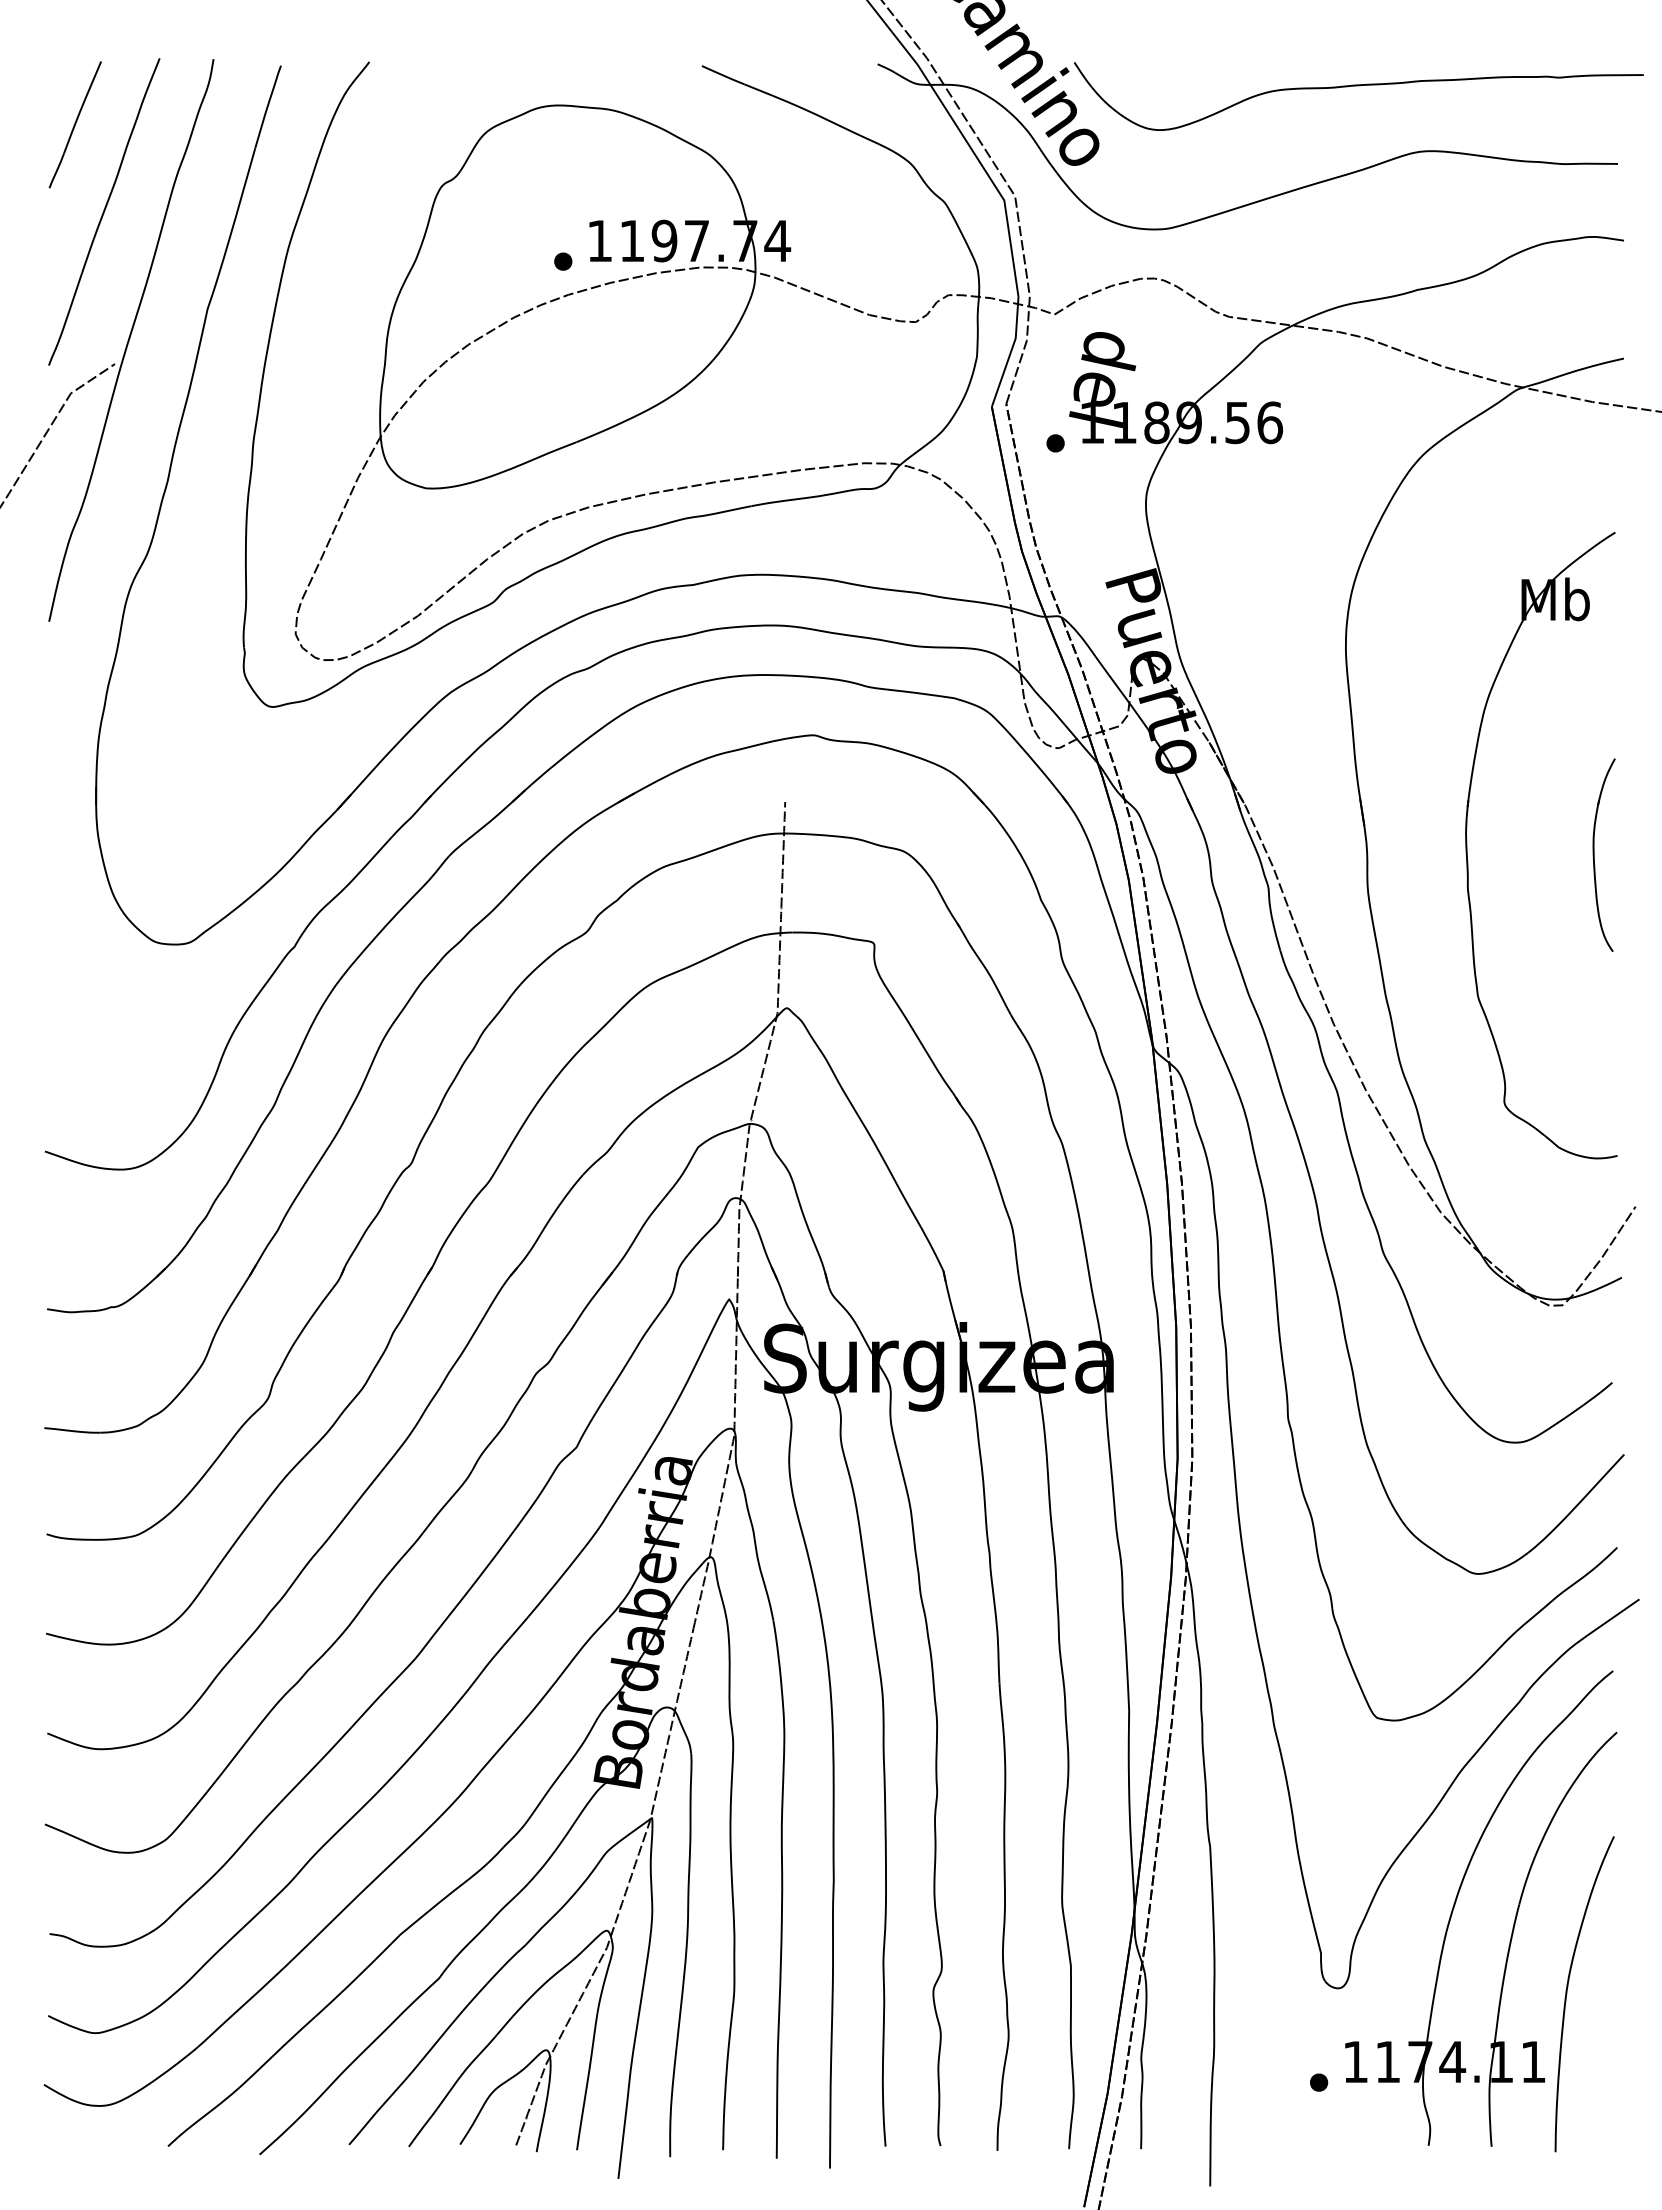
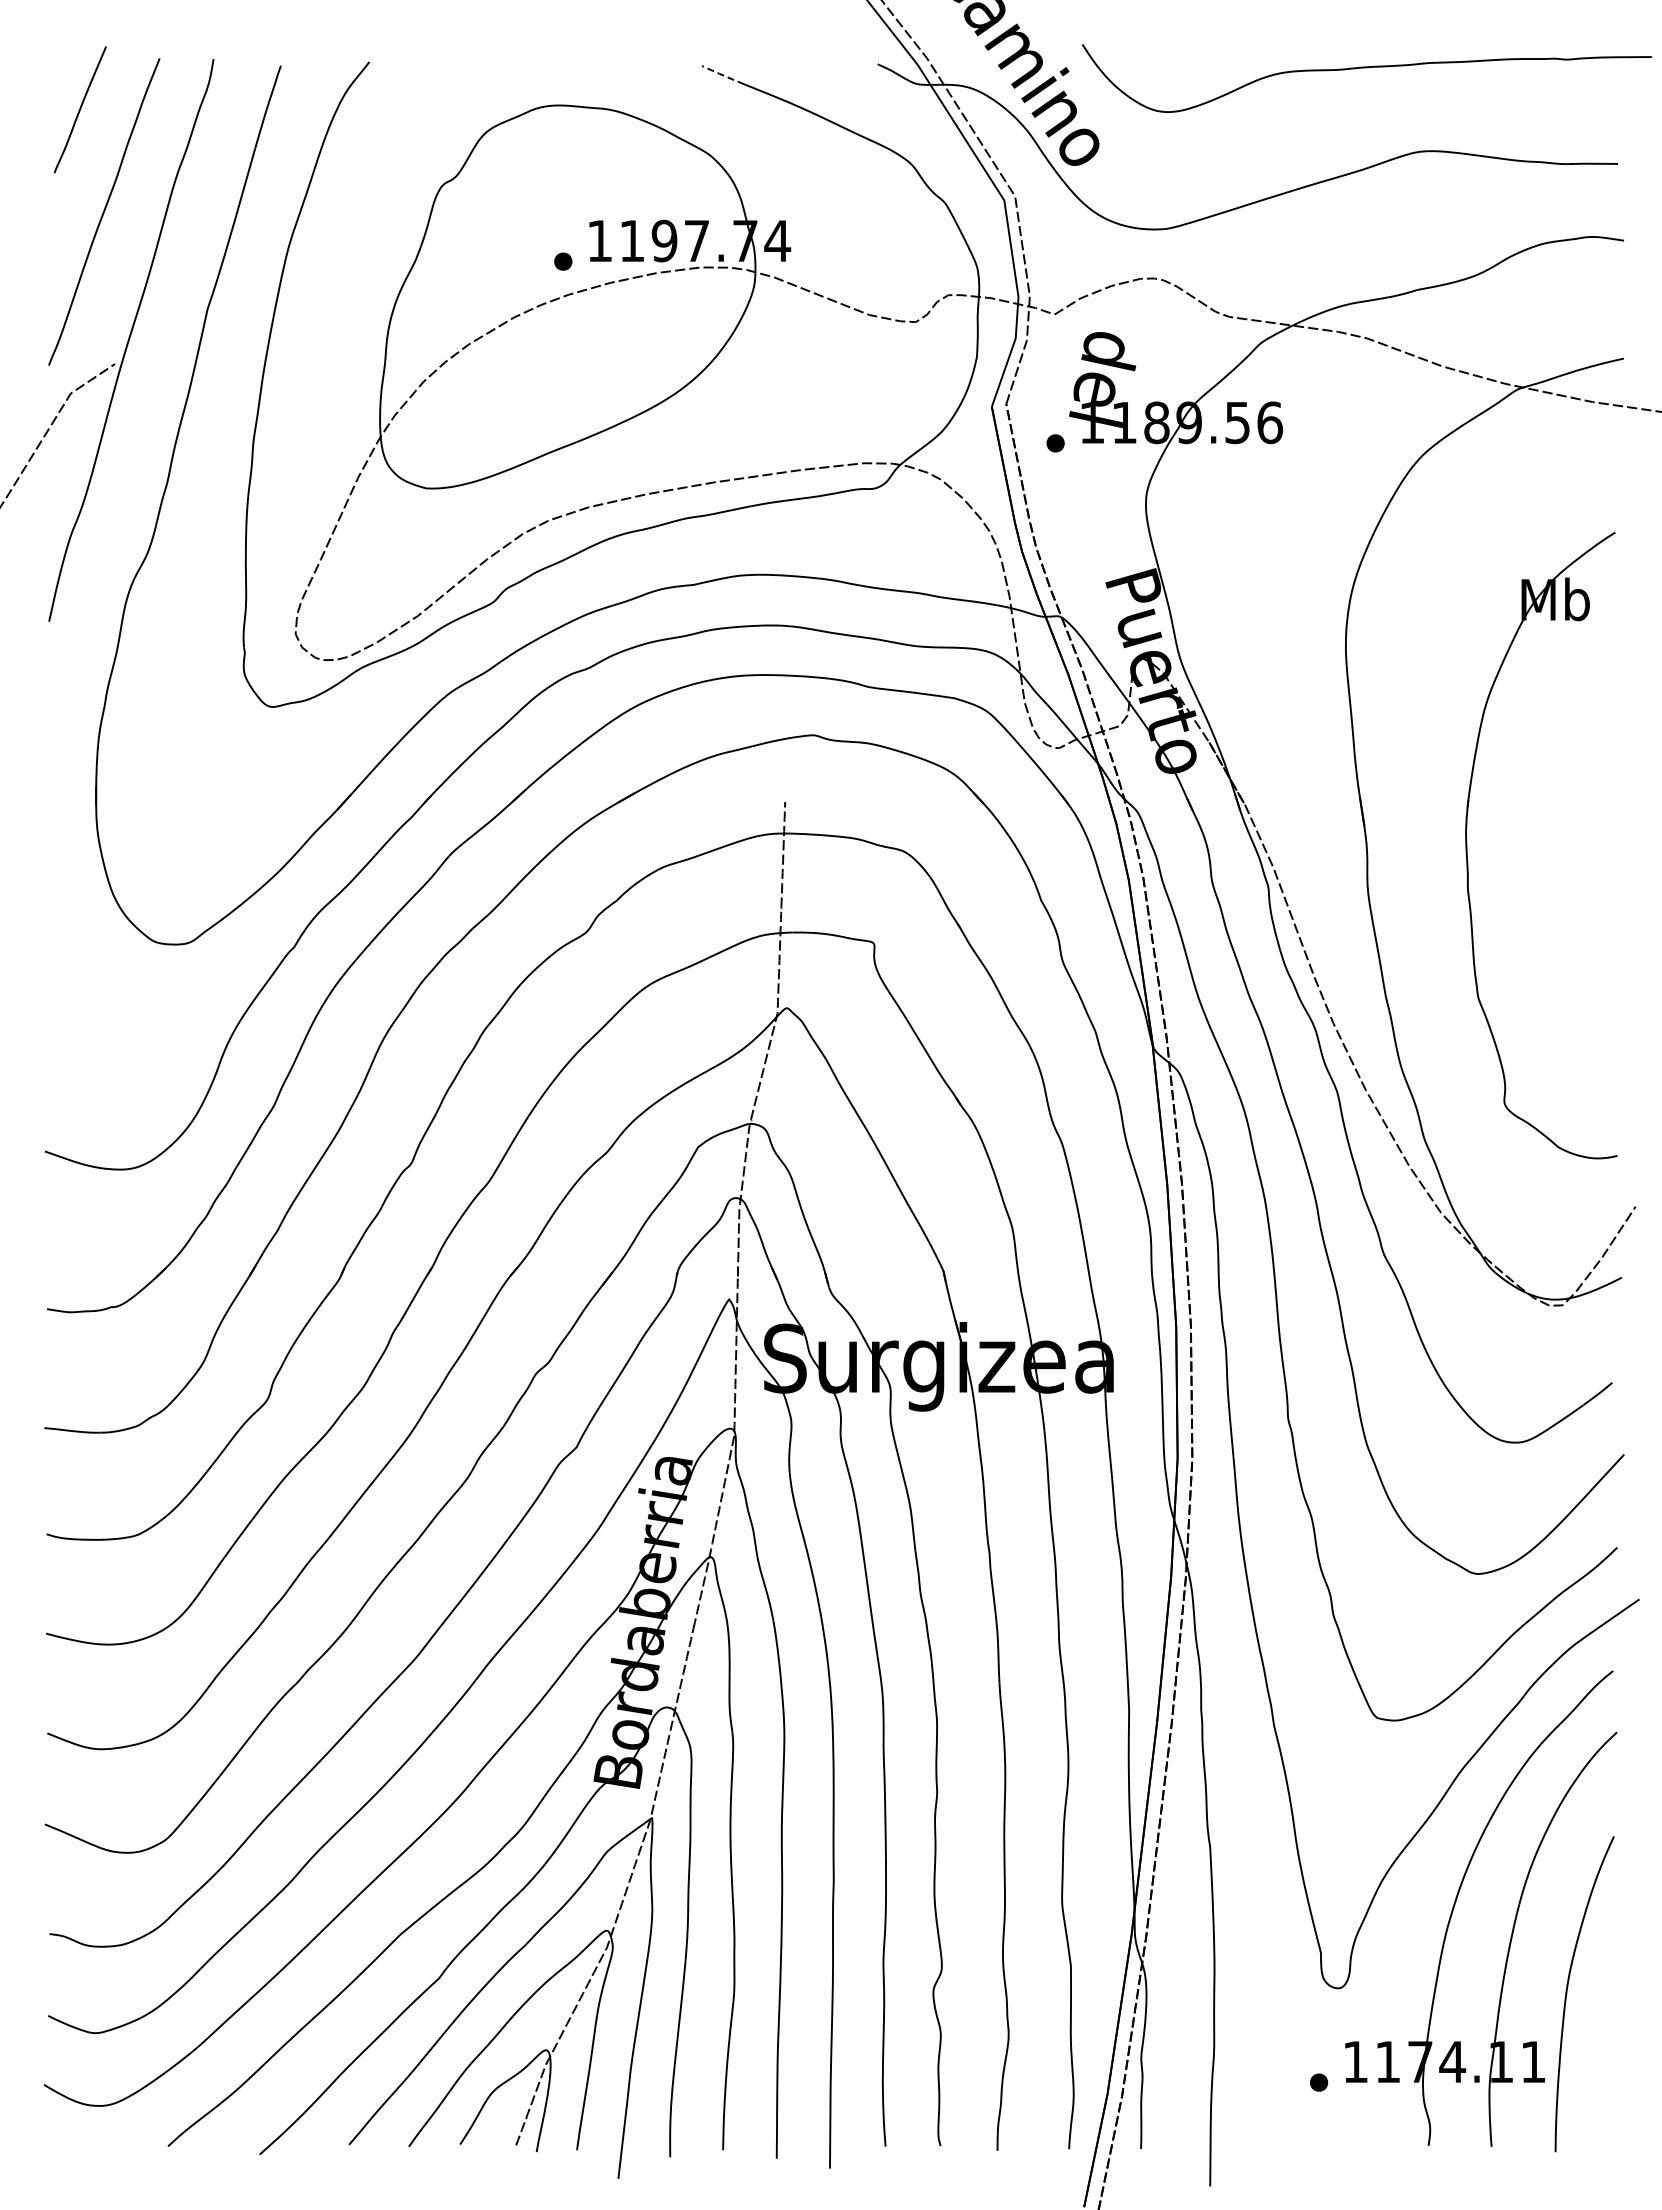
line at (722, 75): solid -> dashed
part at (1358, 86) position: (1358, 86) -> (1366, 68)
line at (74, 124) position: (74, 124) -> (79, 109)
part at (1594, 854): present -> none
